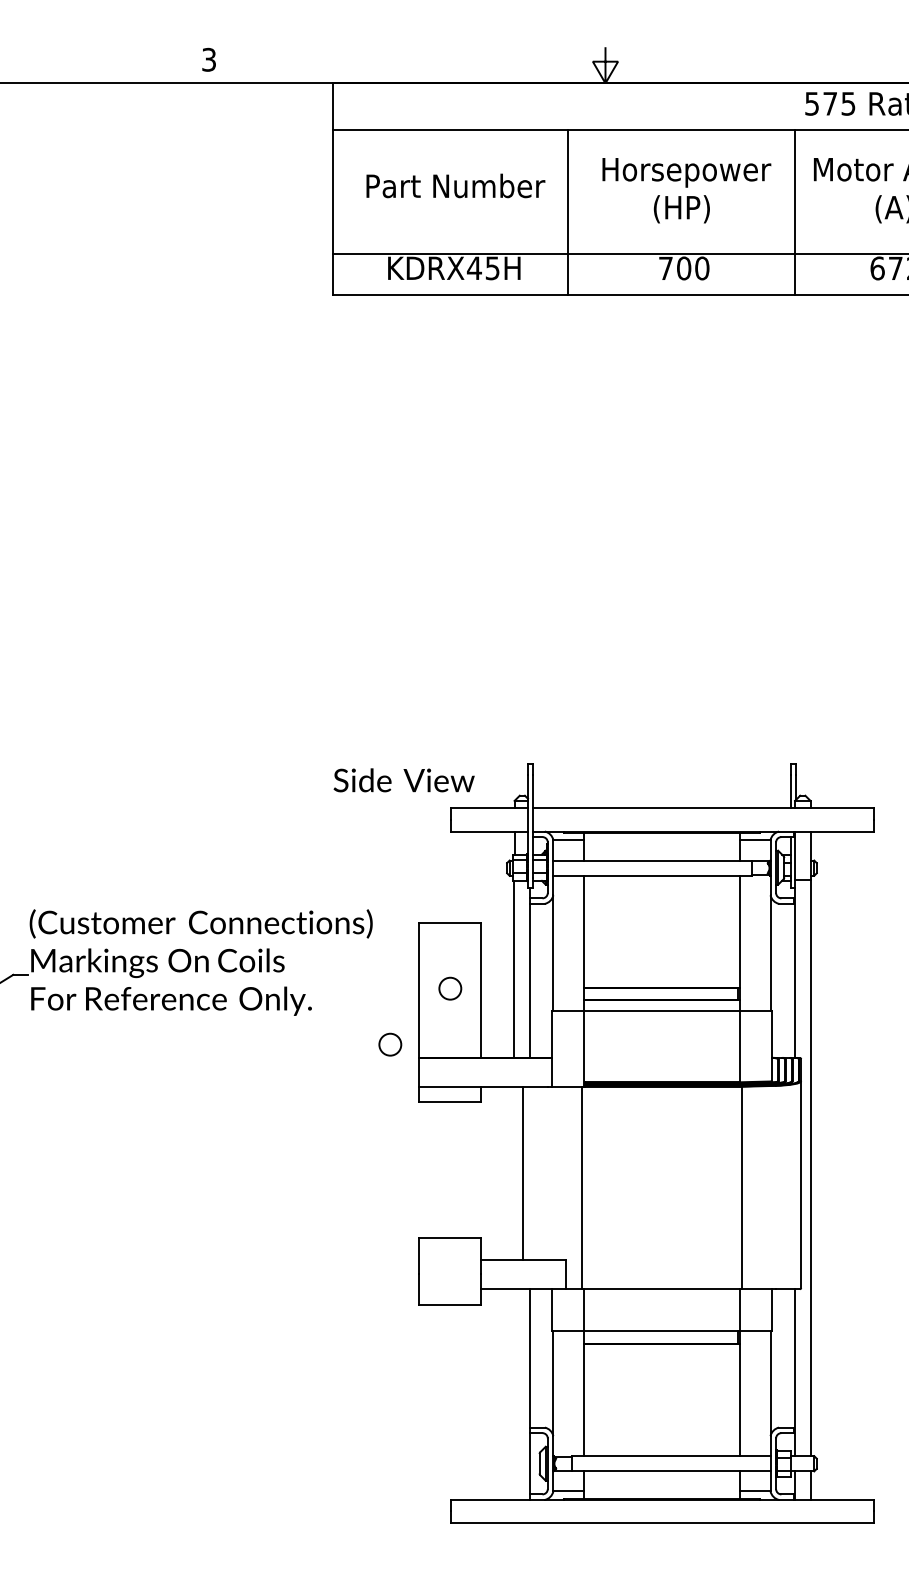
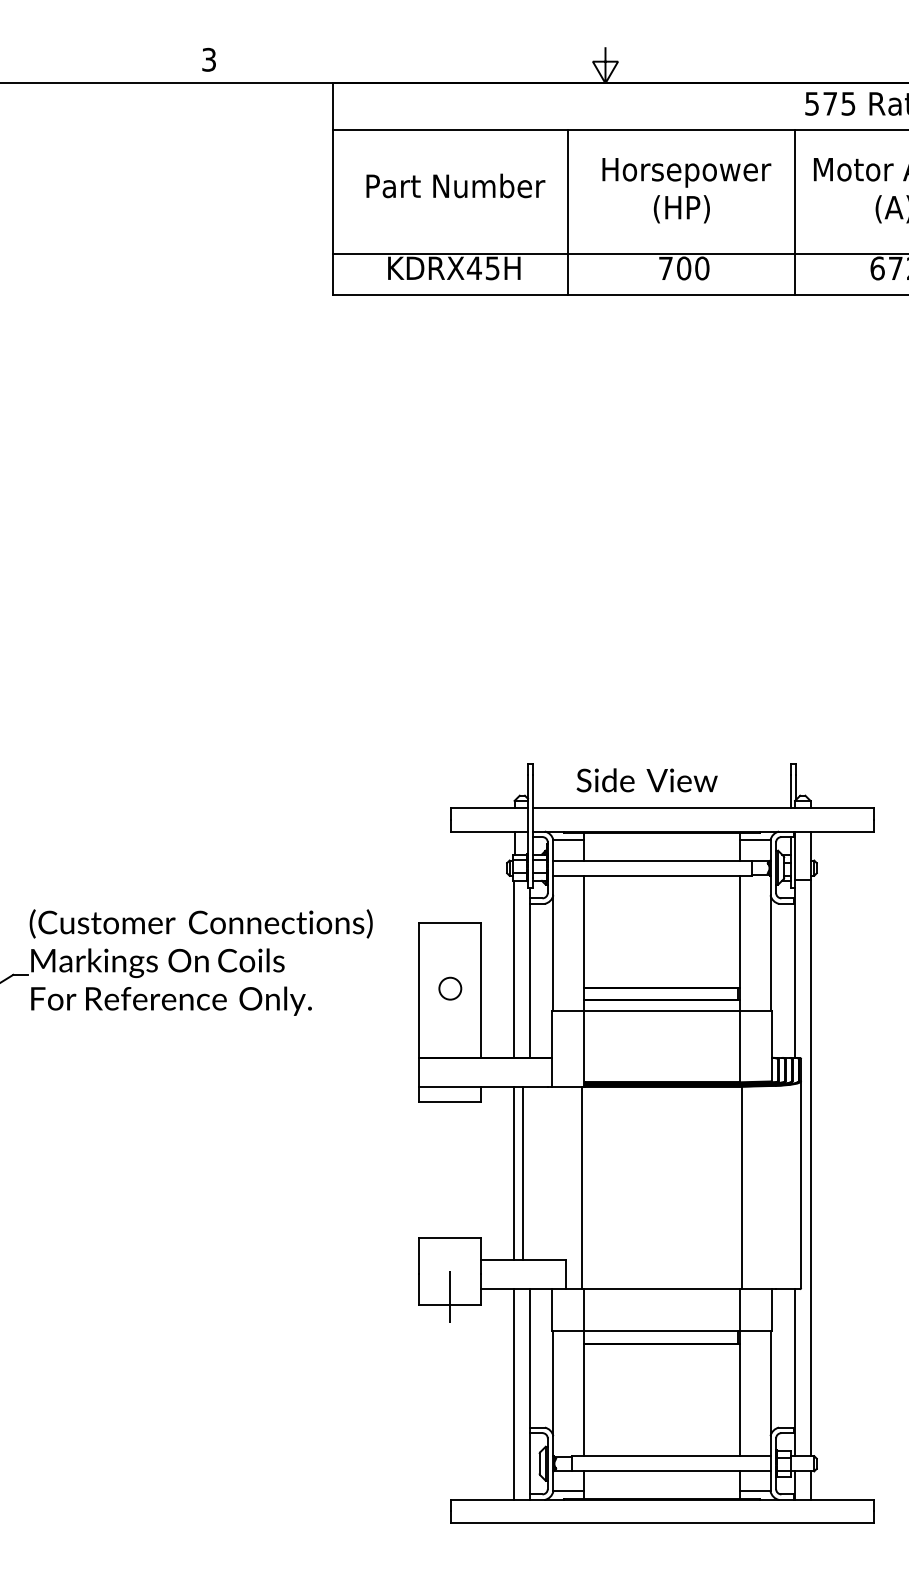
text at (403, 780) position: (403, 780) -> (646, 780)
circle at (390, 1044): present -> none
line at (514, 1173): none -> present
line at (450, 1297): none -> present
line at (514, 1394): none -> present
